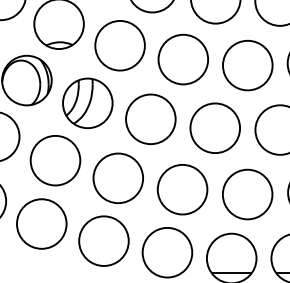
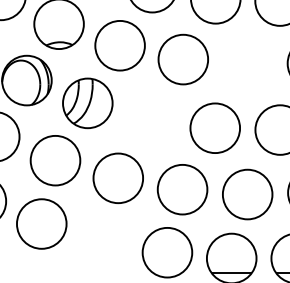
part at (247, 65): present -> none
part at (150, 118): present -> none
part at (103, 240): present -> none
